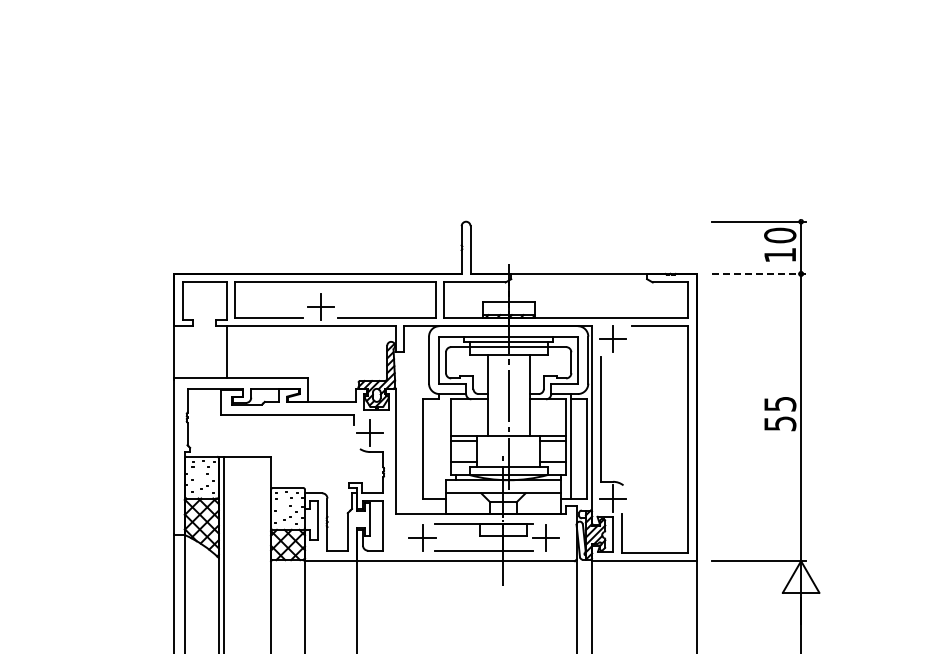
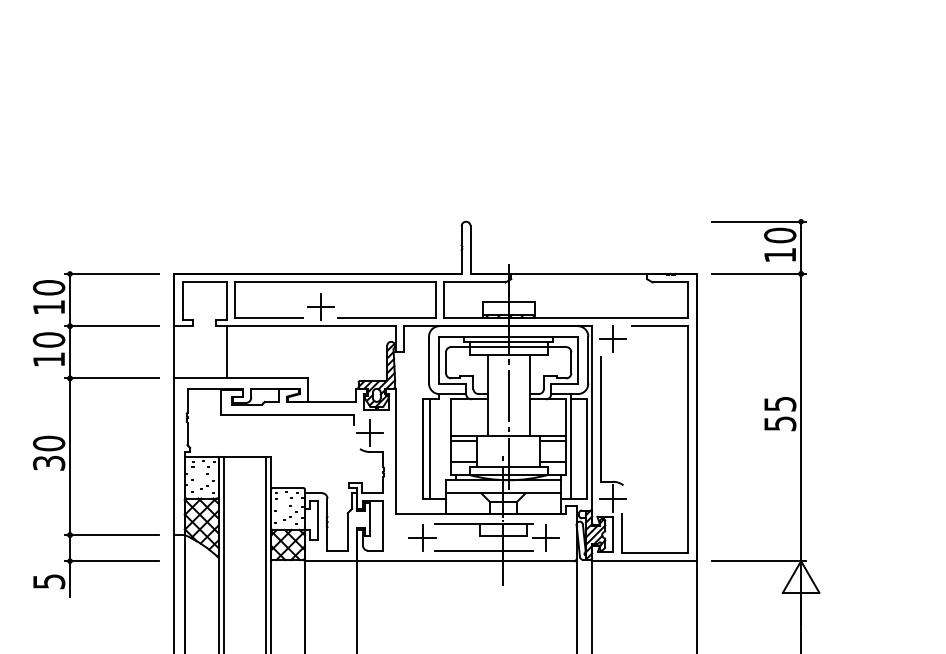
line at (759, 273): dashed -> solid
part at (70, 434): none -> present
line at (430, 448): none -> present
line at (265, 553): none -> present
